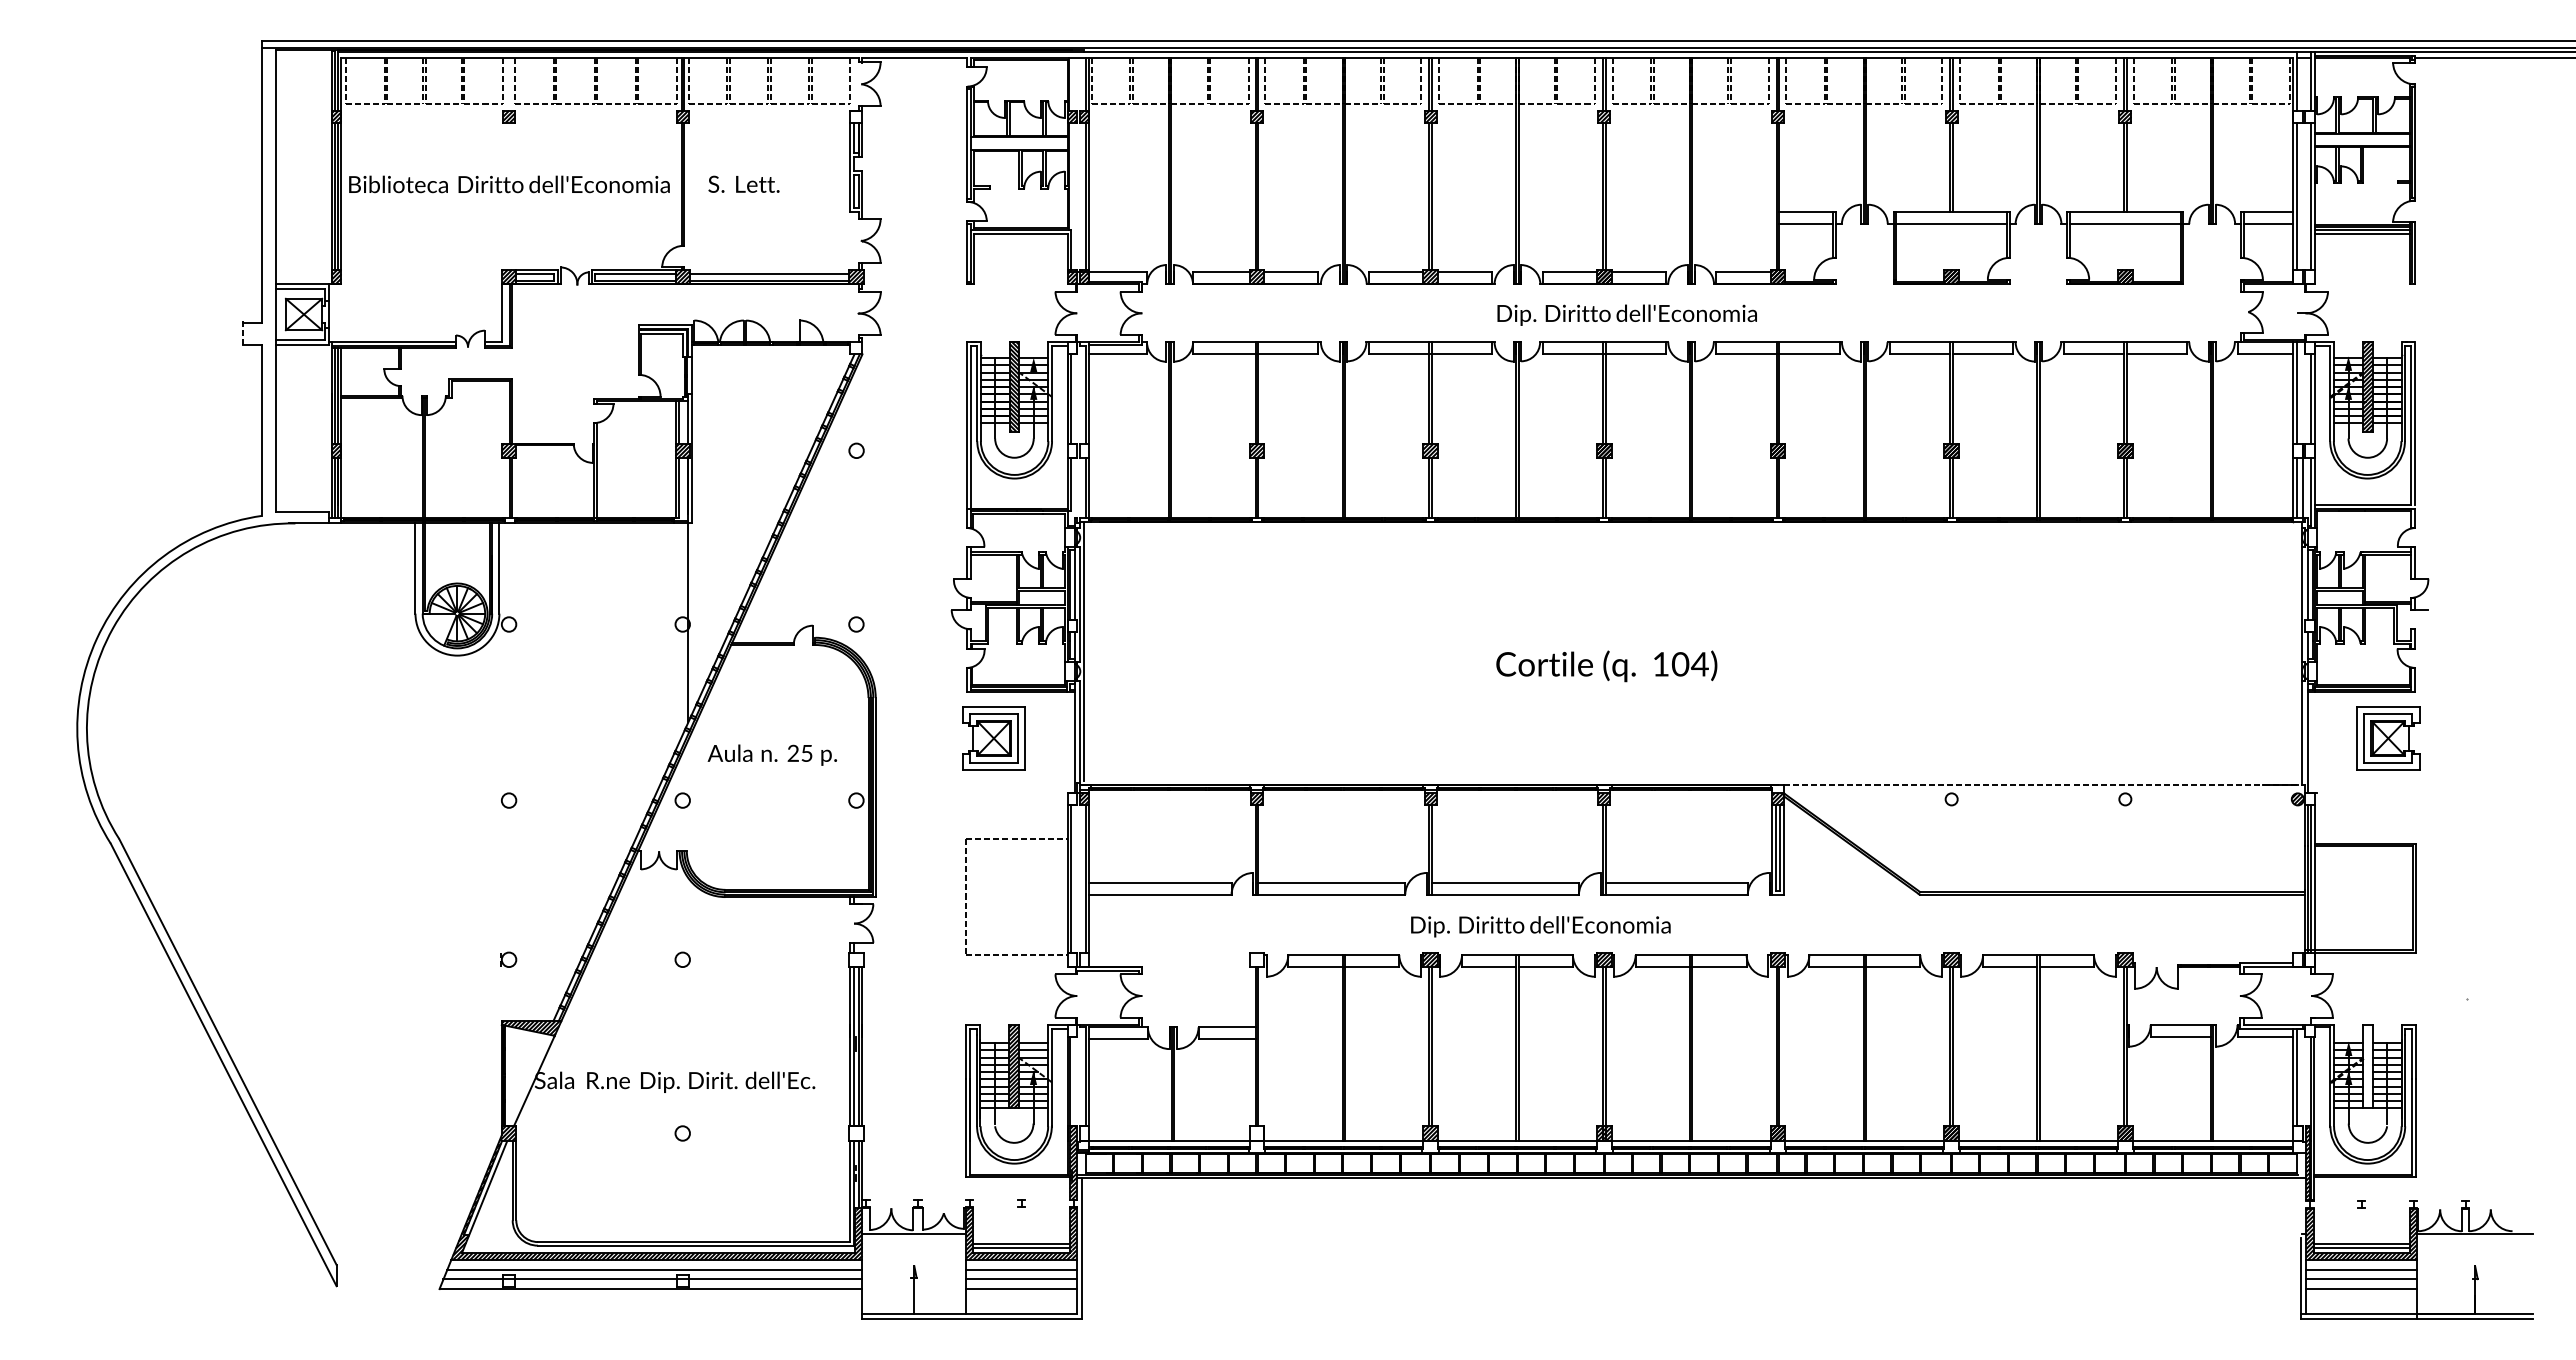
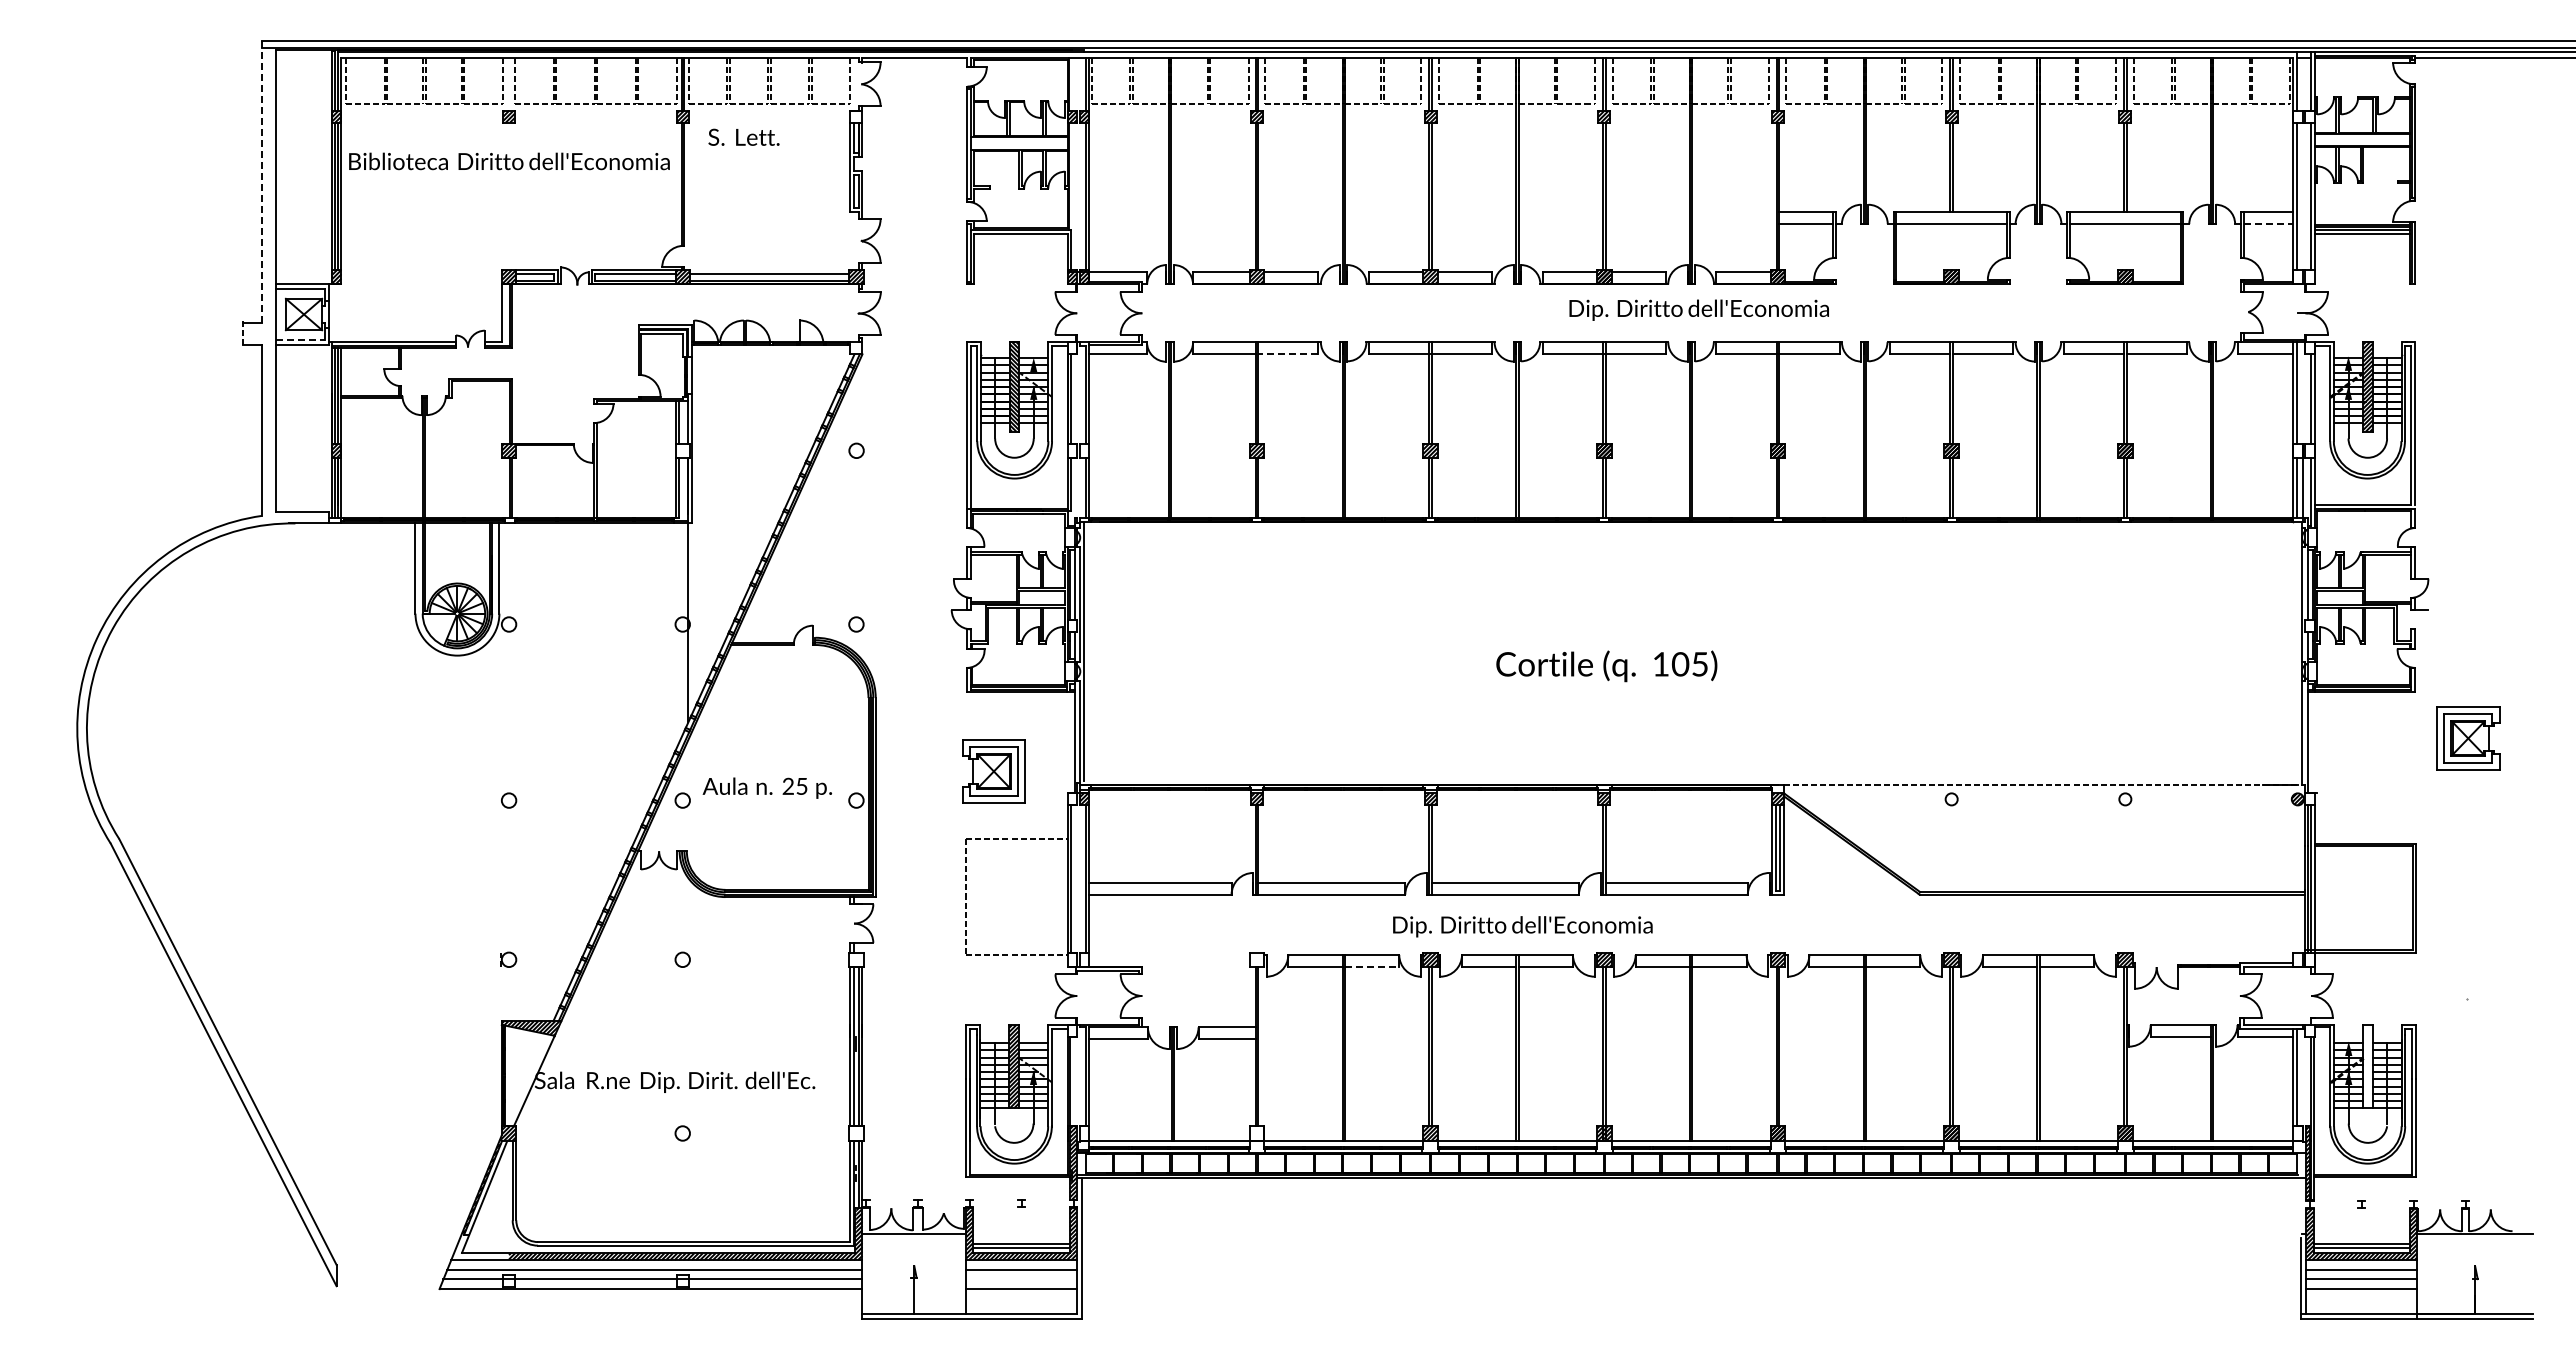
line at (261, 181): solid -> dashed
text at (743, 183) position: (743, 183) -> (743, 136)
text at (509, 184) position: (509, 184) -> (509, 161)
line at (2268, 224): solid -> dashed
text at (1626, 314) position: (1626, 314) -> (1698, 309)
line at (300, 339): solid -> dashed
line at (1287, 354): solid -> dashed
hatch at (682, 450): present -> none
text at (1699, 664): 104) -> 105)
part at (993, 738) position: (993, 738) -> (993, 771)
part at (2388, 738) position: (2388, 738) -> (2468, 738)
text at (771, 754) position: (771, 754) -> (766, 787)
text at (1540, 926) position: (1540, 926) -> (1522, 926)
line at (1372, 967): solid -> dashed
hatch at (480, 1246): present -> none
line at (1021, 1279): present -> none
